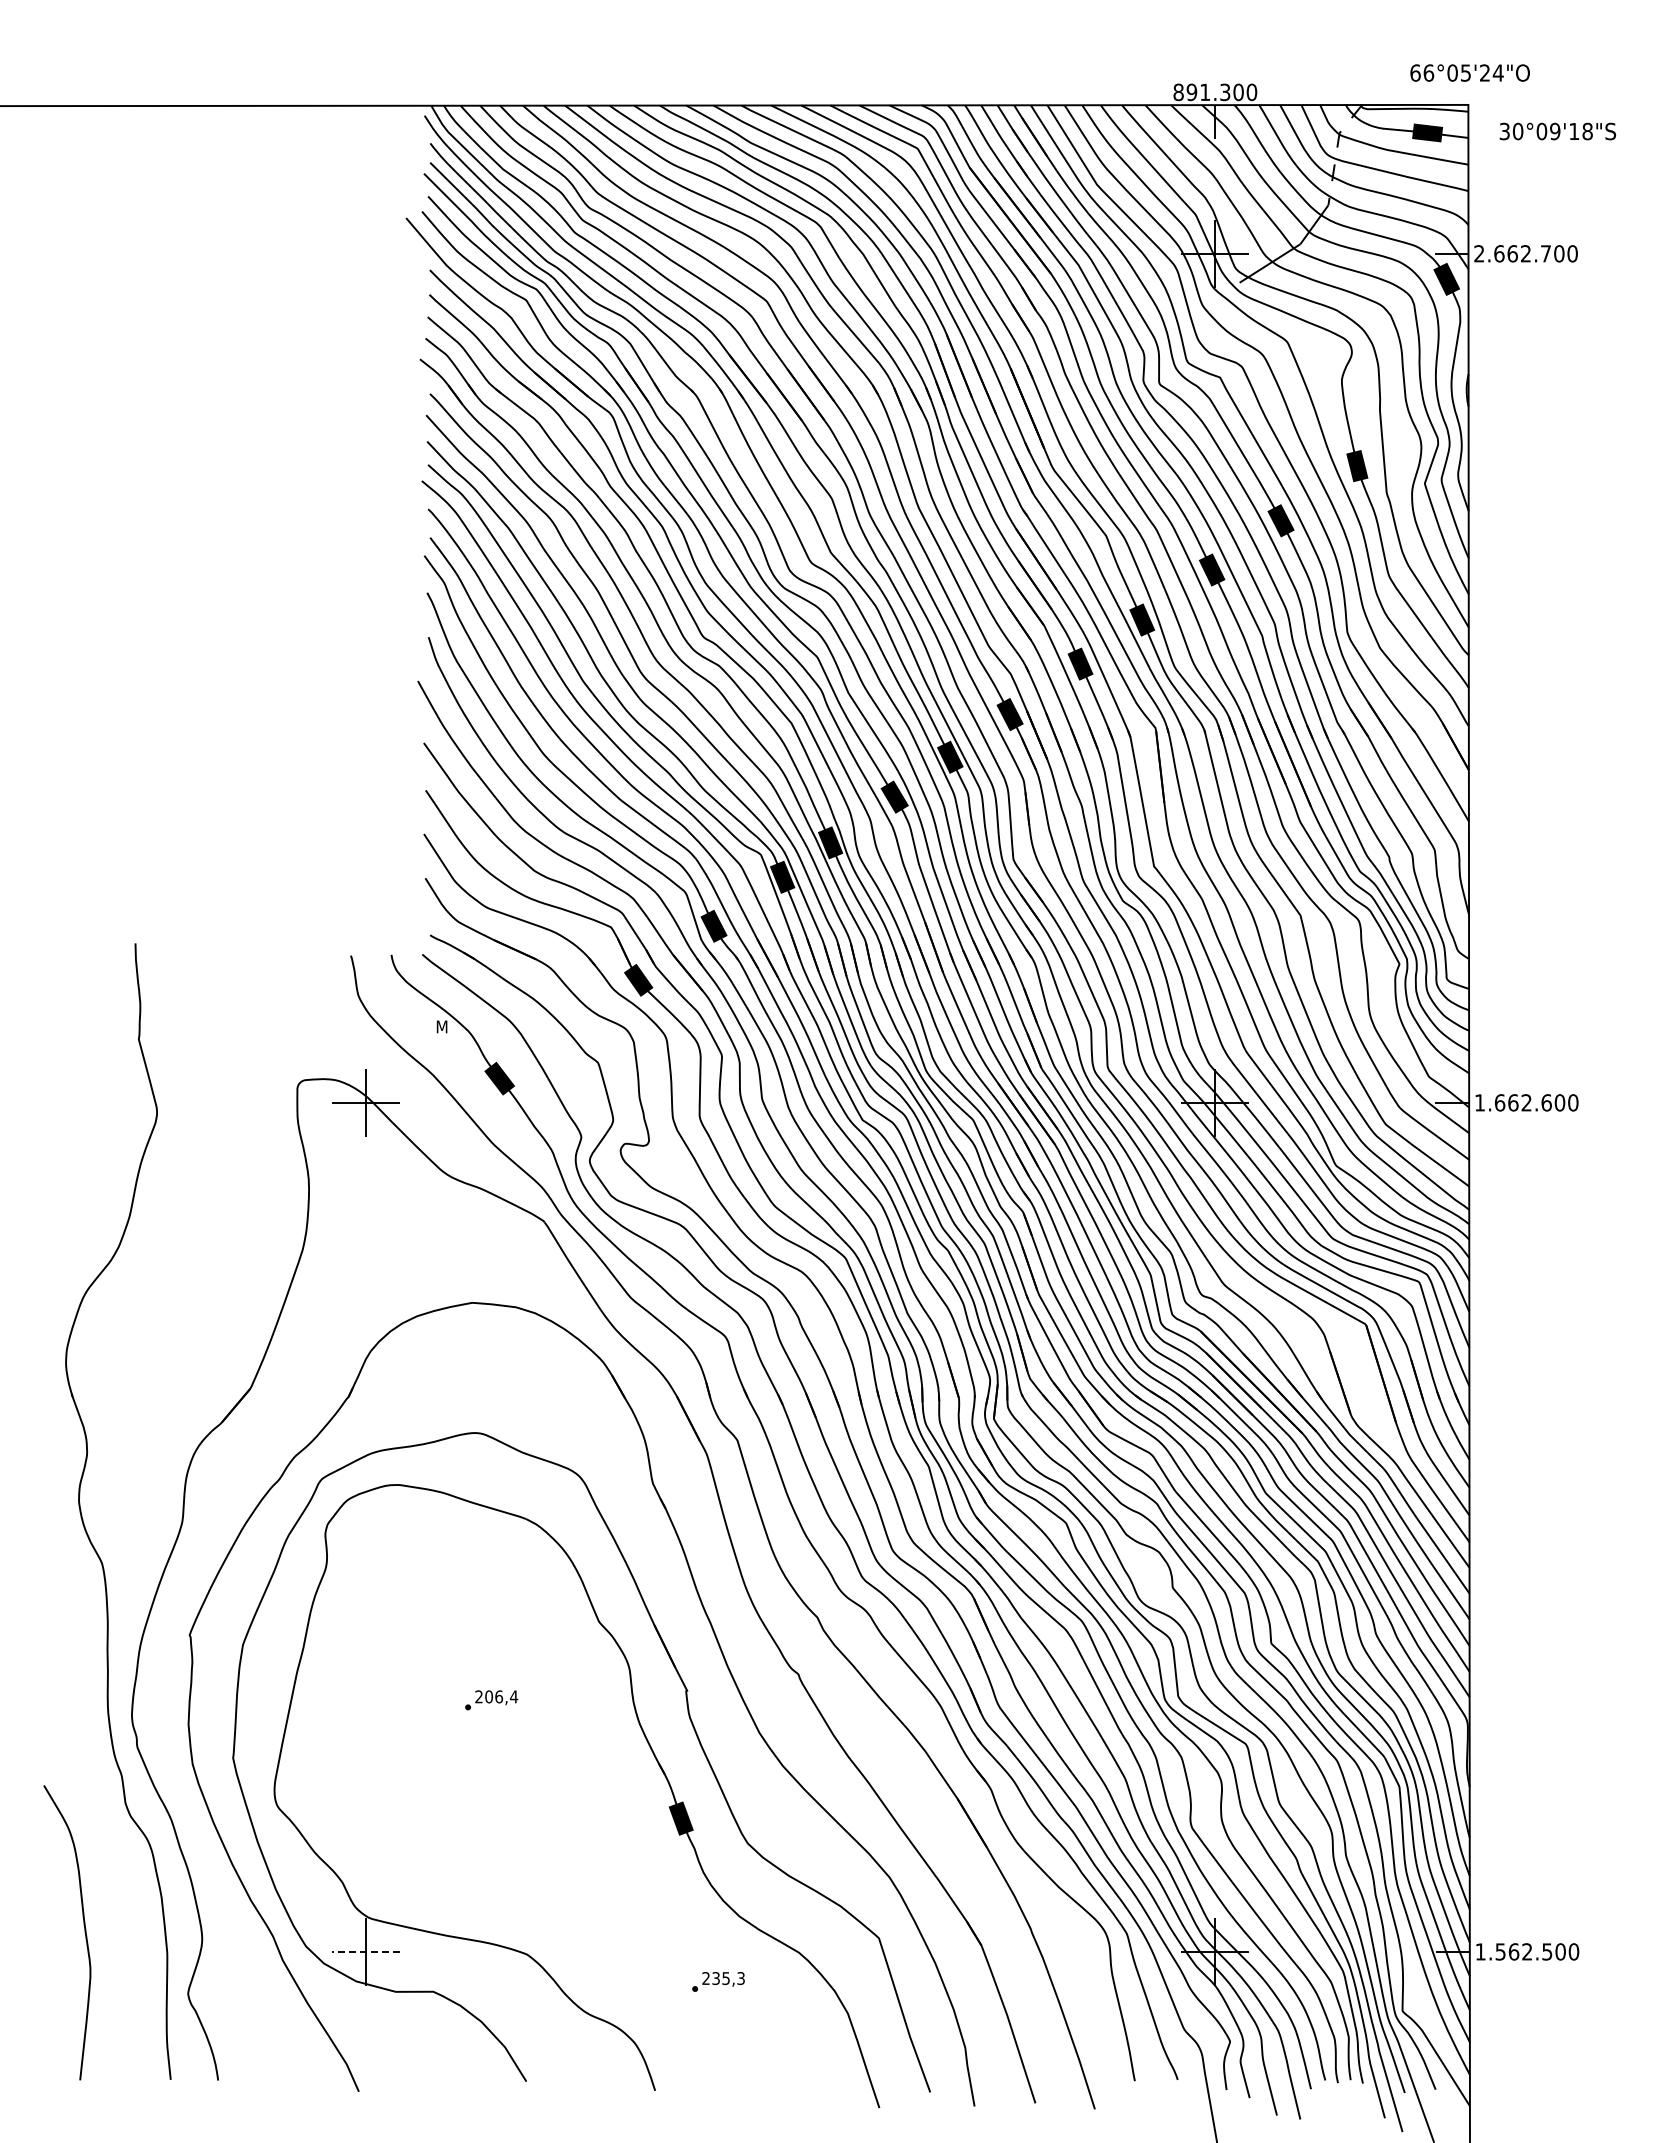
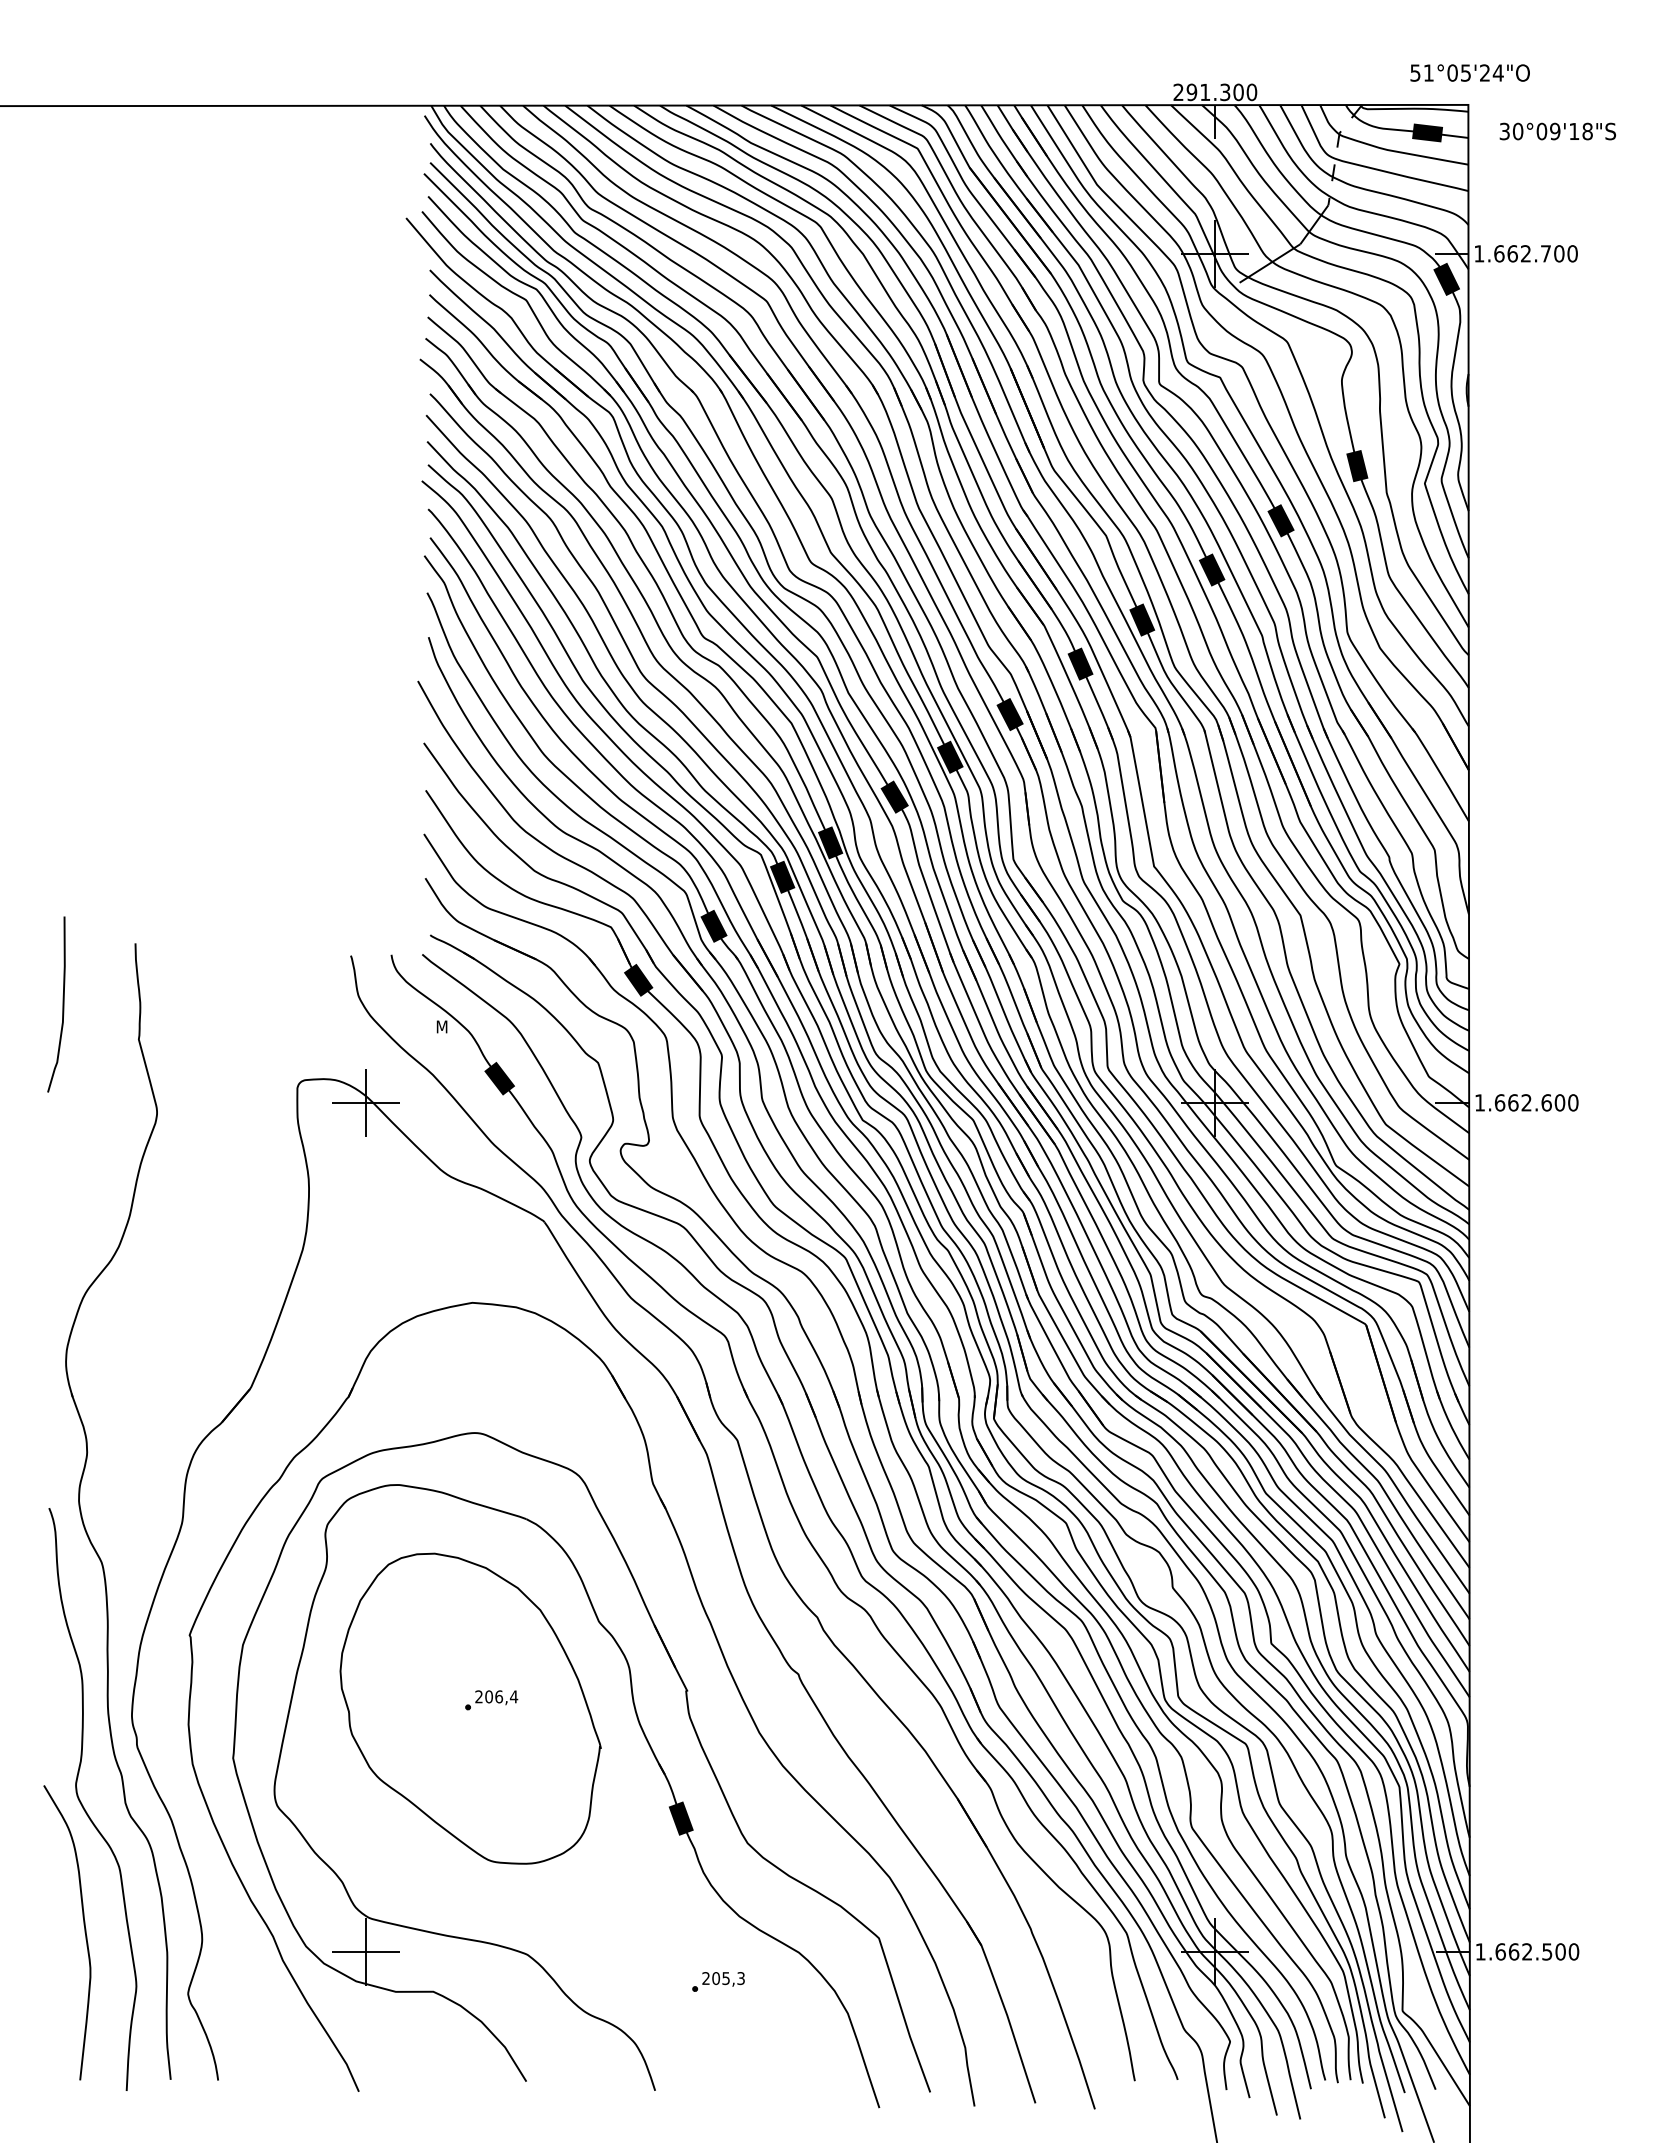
text at (1422, 72): 66°05'24"O -> 51°05'24"O
text at (1178, 92): 891.300 -> 291.300
text at (1479, 253): 2.662.700 -> 1.662.700
curve at (62, 1004): none -> present
part at (470, 1708): none -> present
curve at (82, 1803): none -> present
line at (366, 1951): dashed -> solid
text at (1500, 1951): 1.562.500 -> 1.662.500
text at (716, 1978): 235,3 -> 205,3
